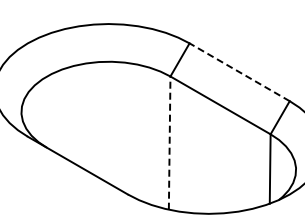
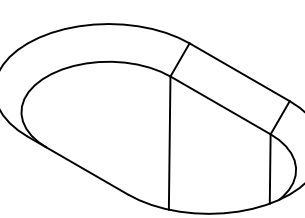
line at (239, 72): dashed -> solid
line at (169, 143): dashed -> solid
